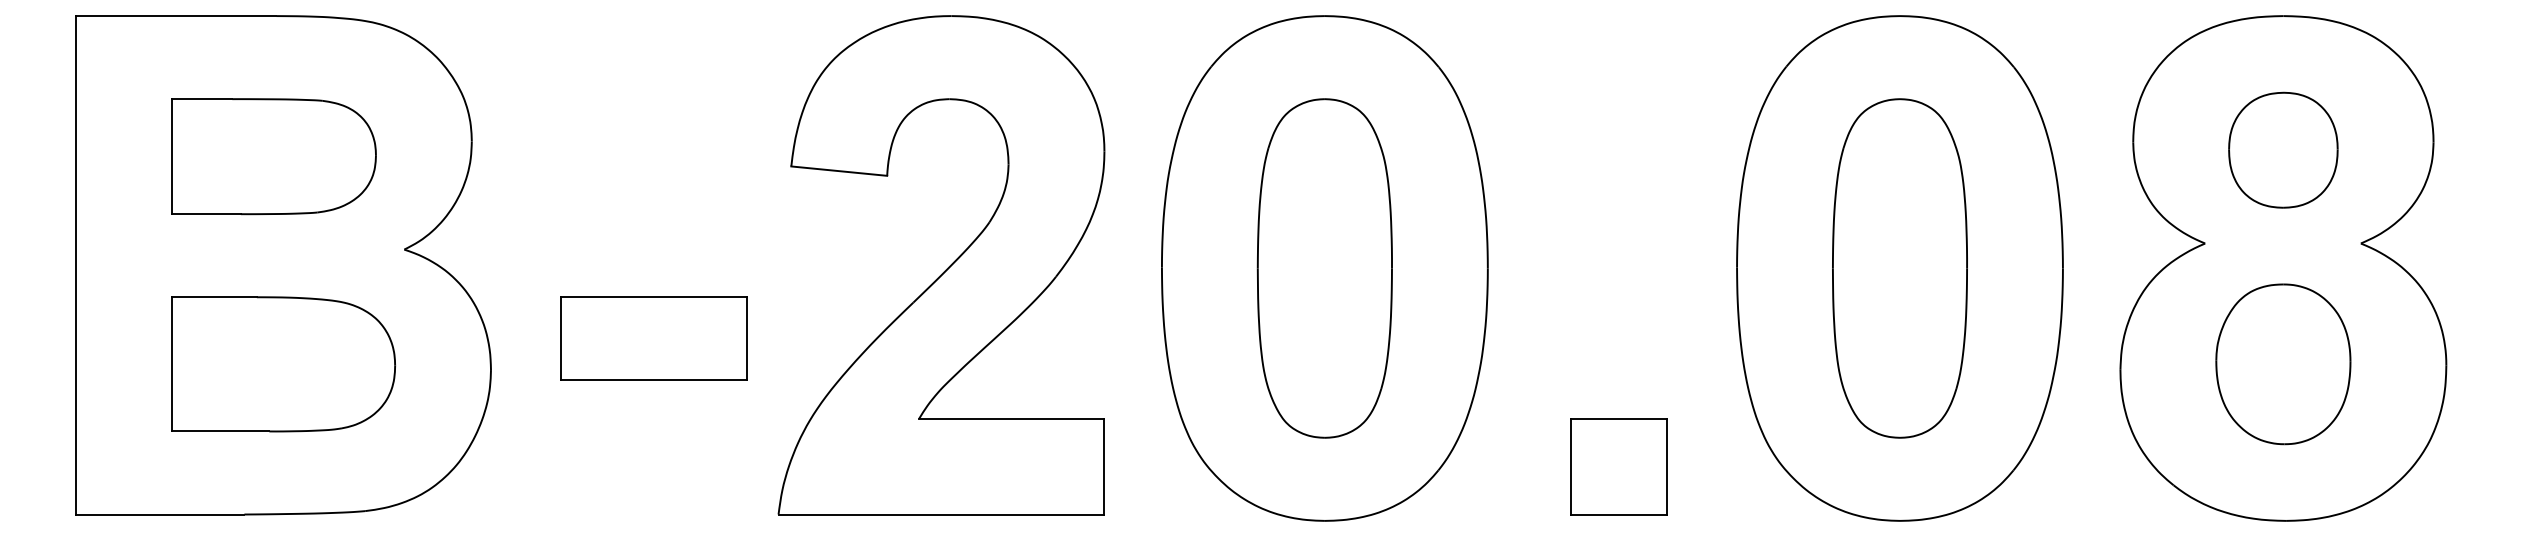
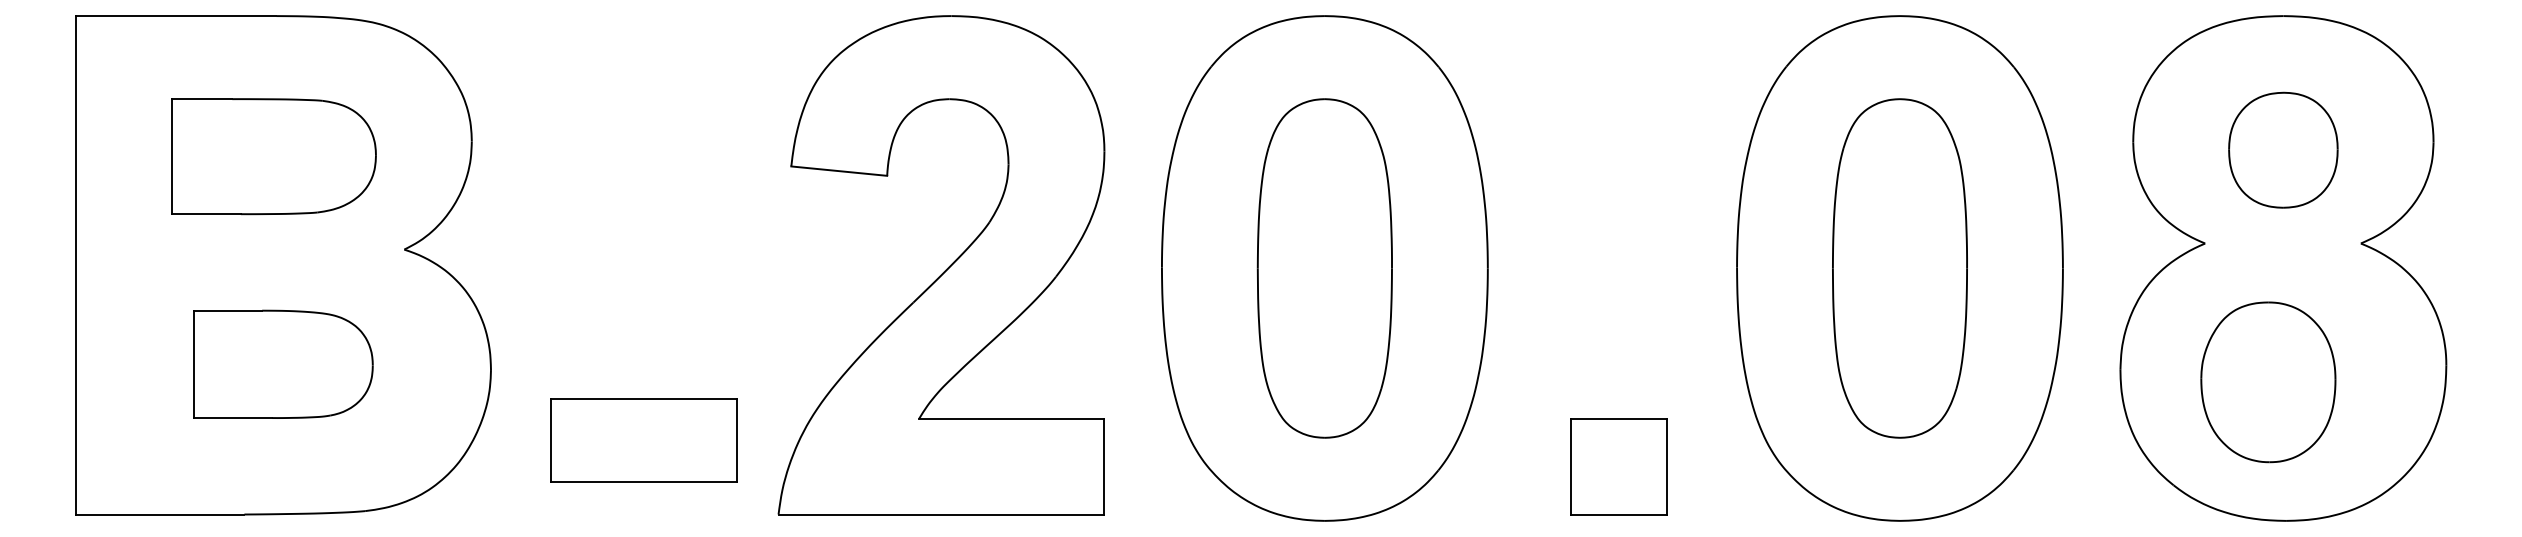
part at (653, 338) position: (653, 338) -> (643, 440)
part at (283, 364) size: 225x137 px -> 181x110 px
part at (2283, 364) position: (2283, 364) -> (2268, 382)
